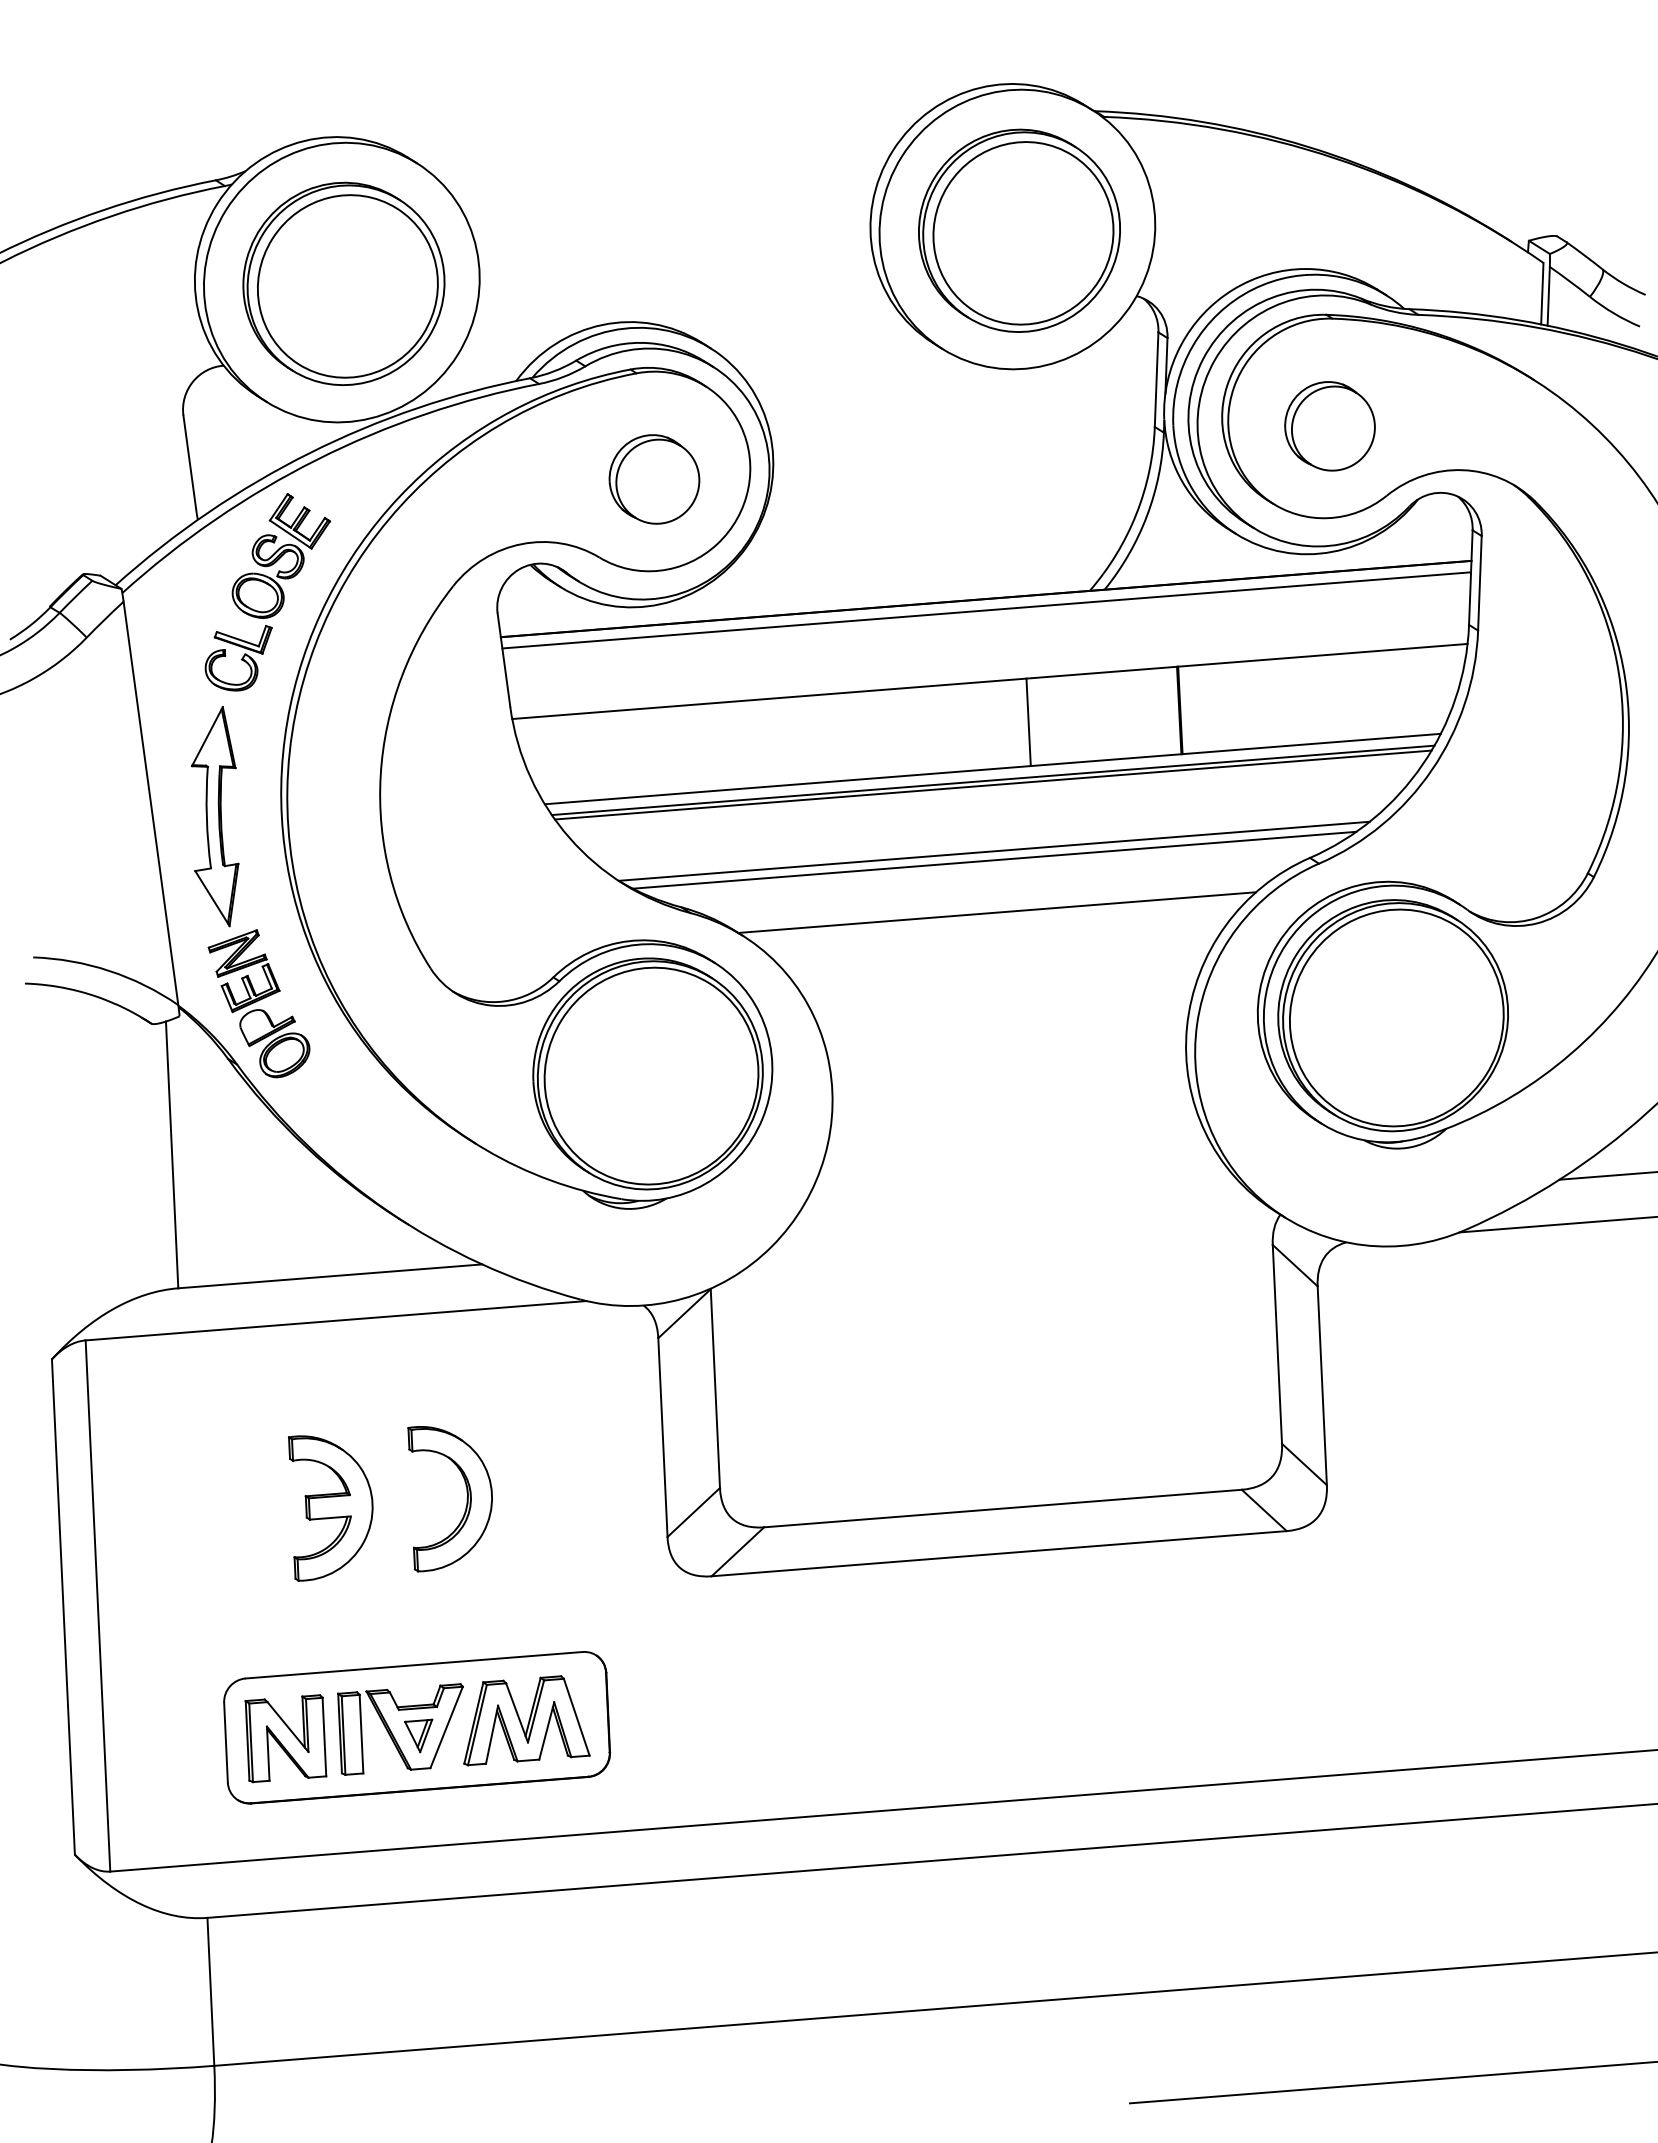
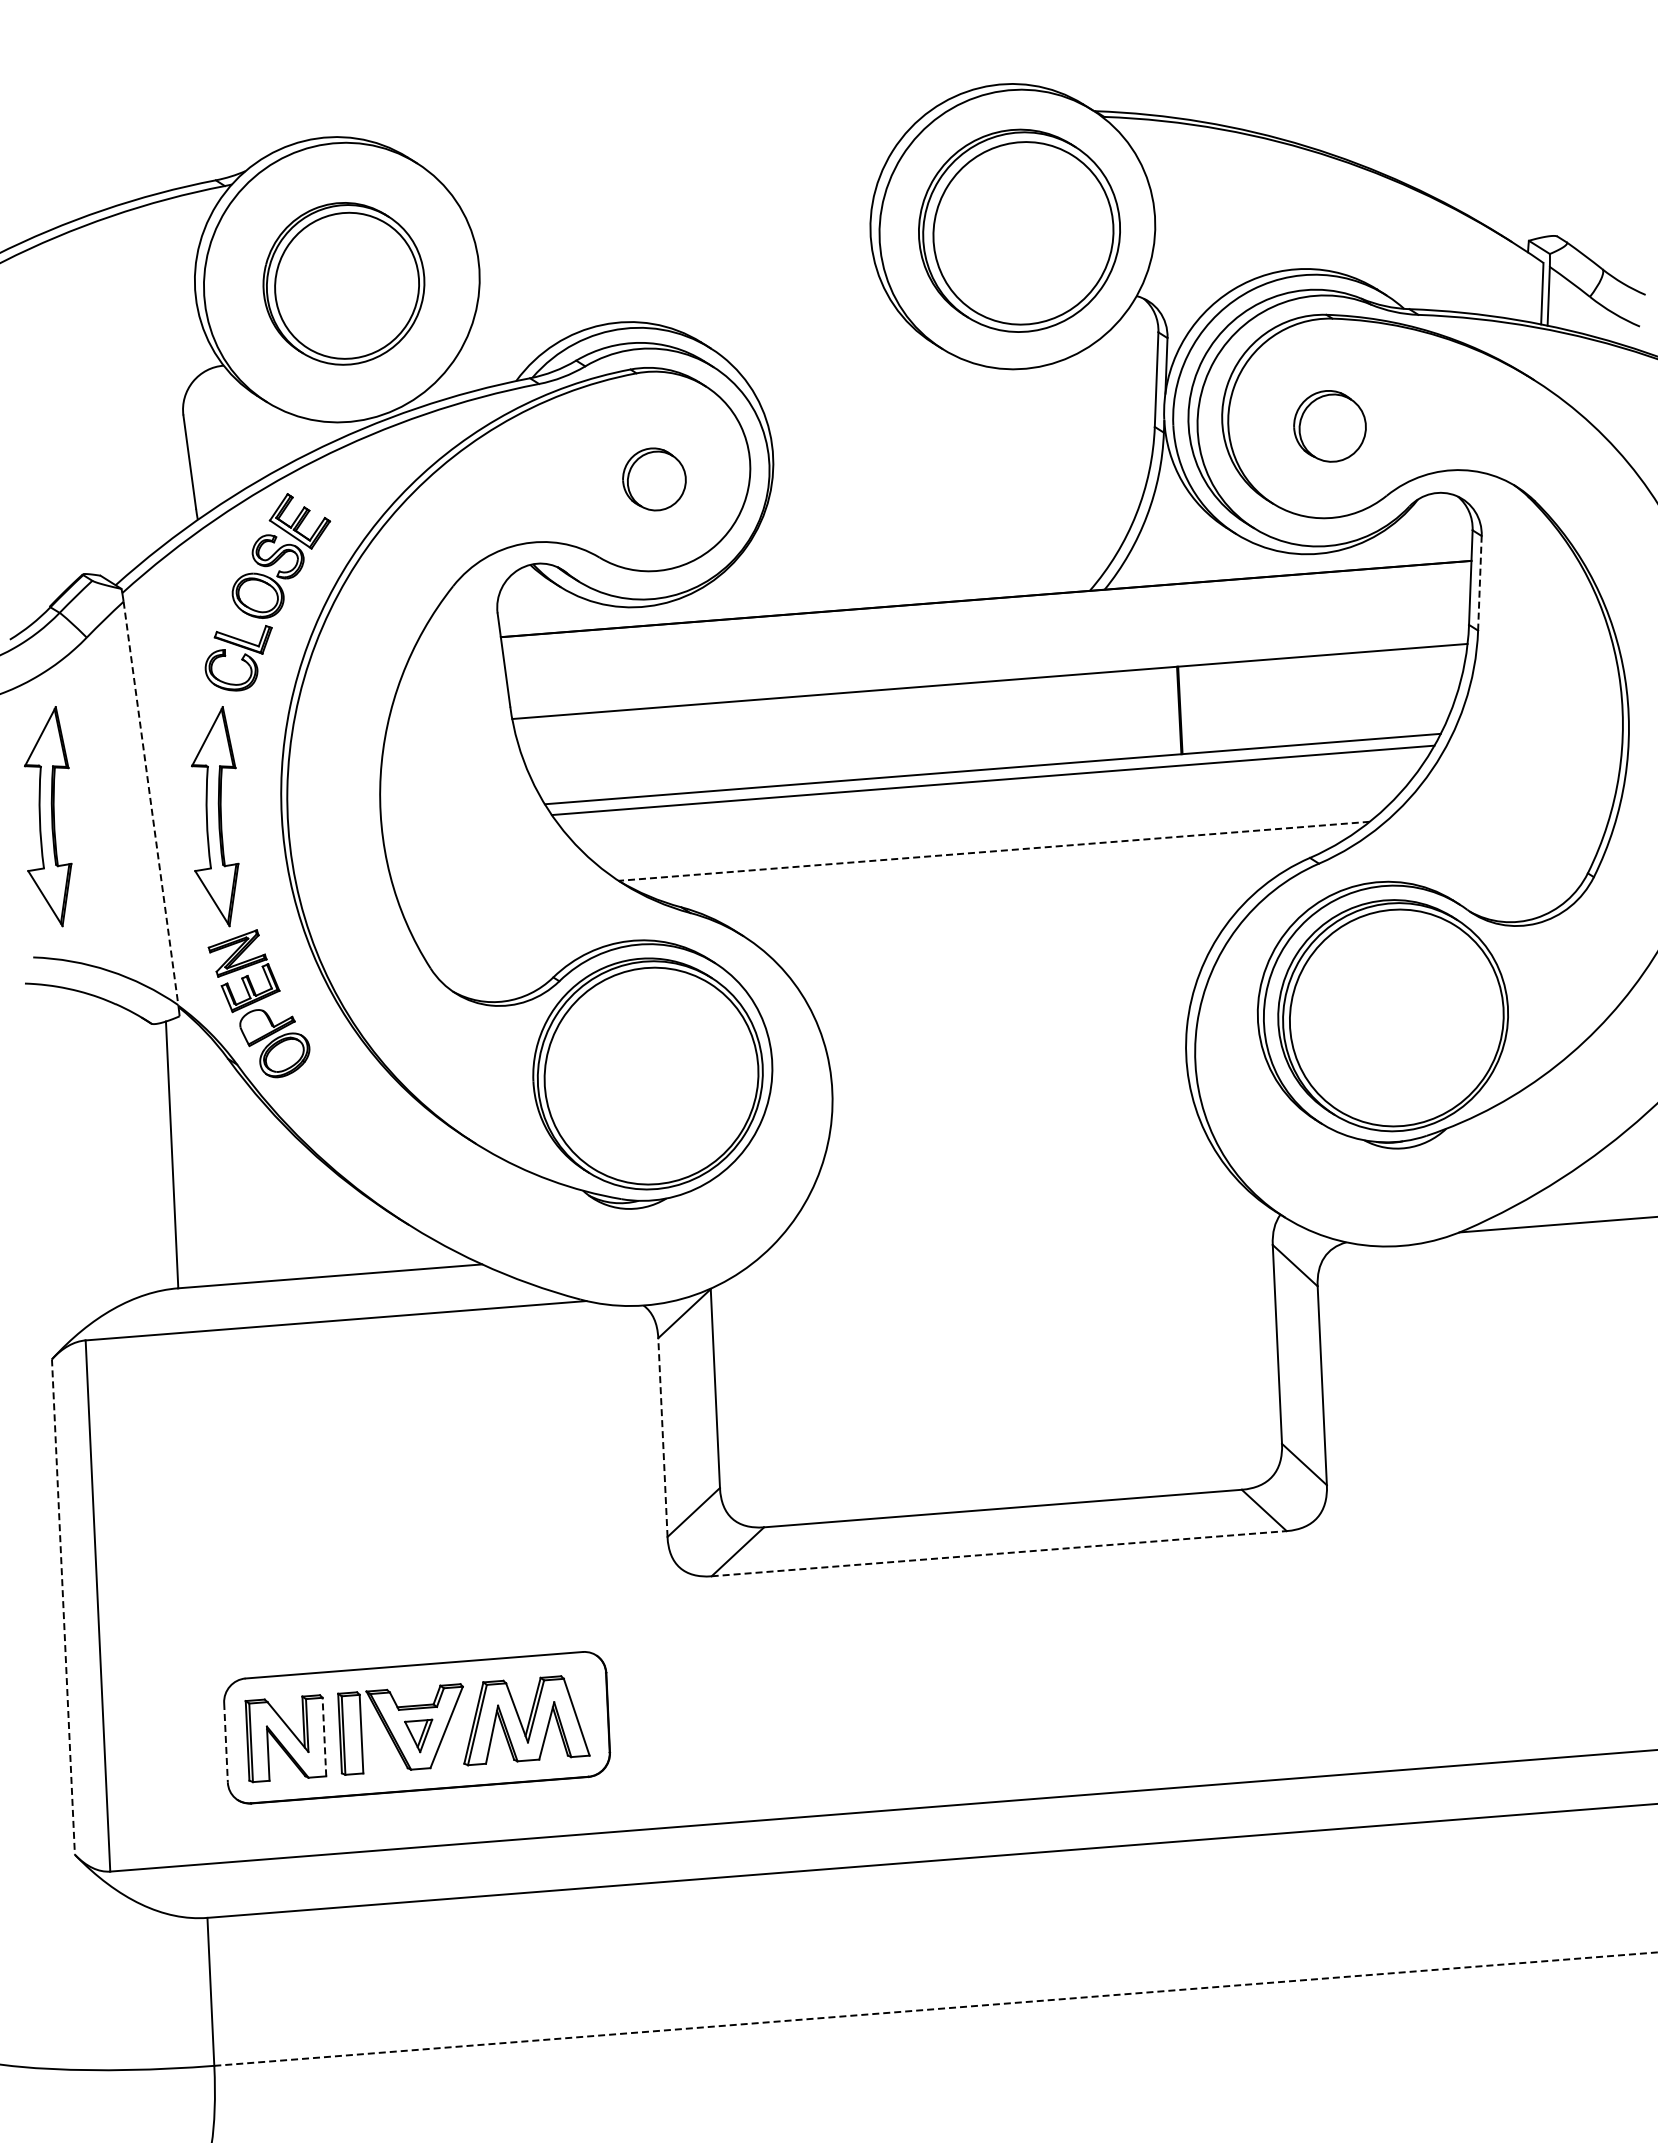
part at (343, 283) size: 204x205 px -> 164x164 px
part at (1329, 426) size: 92x91 px -> 74x73 px
part at (654, 479) size: 93x91 px -> 65x65 px
line at (1479, 582): solid -> dashed
line at (986, 610): present -> none
line at (1028, 722): present -> none
line at (992, 784): present -> none
line at (150, 803): solid -> dashed
part at (48, 816): none -> present
line at (994, 851): solid -> dashed
line at (994, 859): present -> none
line at (997, 912): present -> none
line at (1606, 1175): present -> none
line at (662, 1437): solid -> dashed
part at (466, 1499): present -> none
part at (330, 1508): present -> none
line at (999, 1553): solid -> dashed
line at (63, 1607): solid -> dashed
line at (324, 1736): solid -> dashed
line at (226, 1742): solid -> dashed
line at (935, 2009): solid -> dashed
line at (1391, 2082): present -> none
